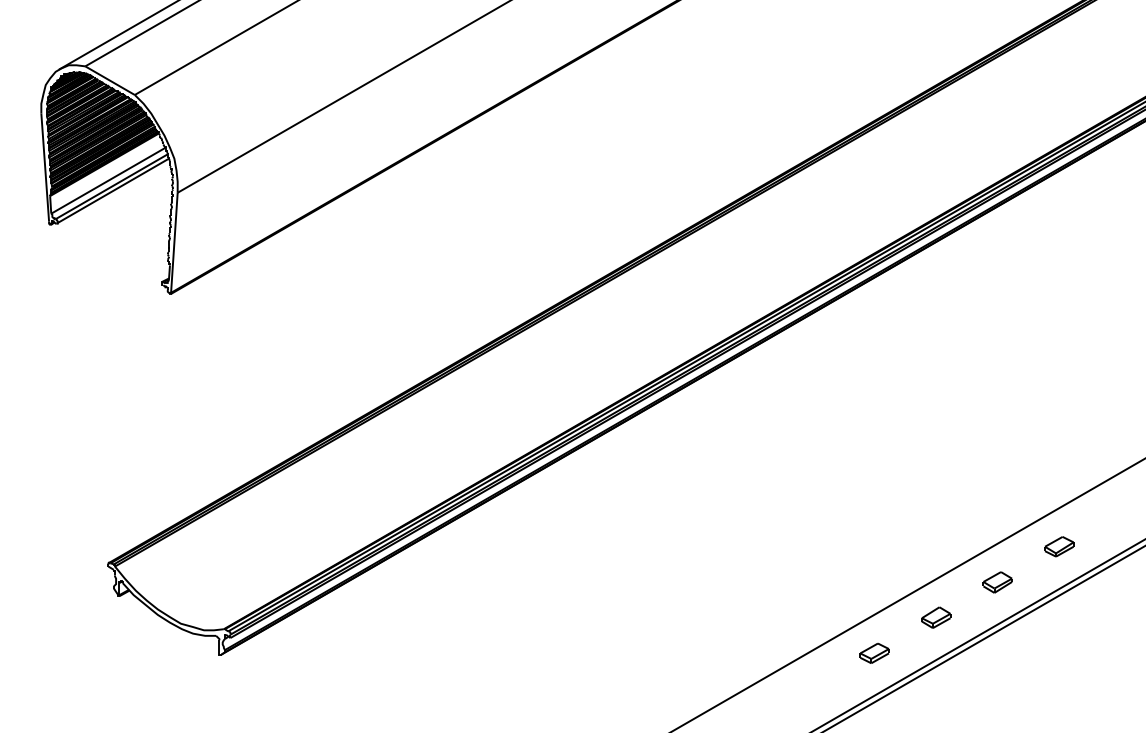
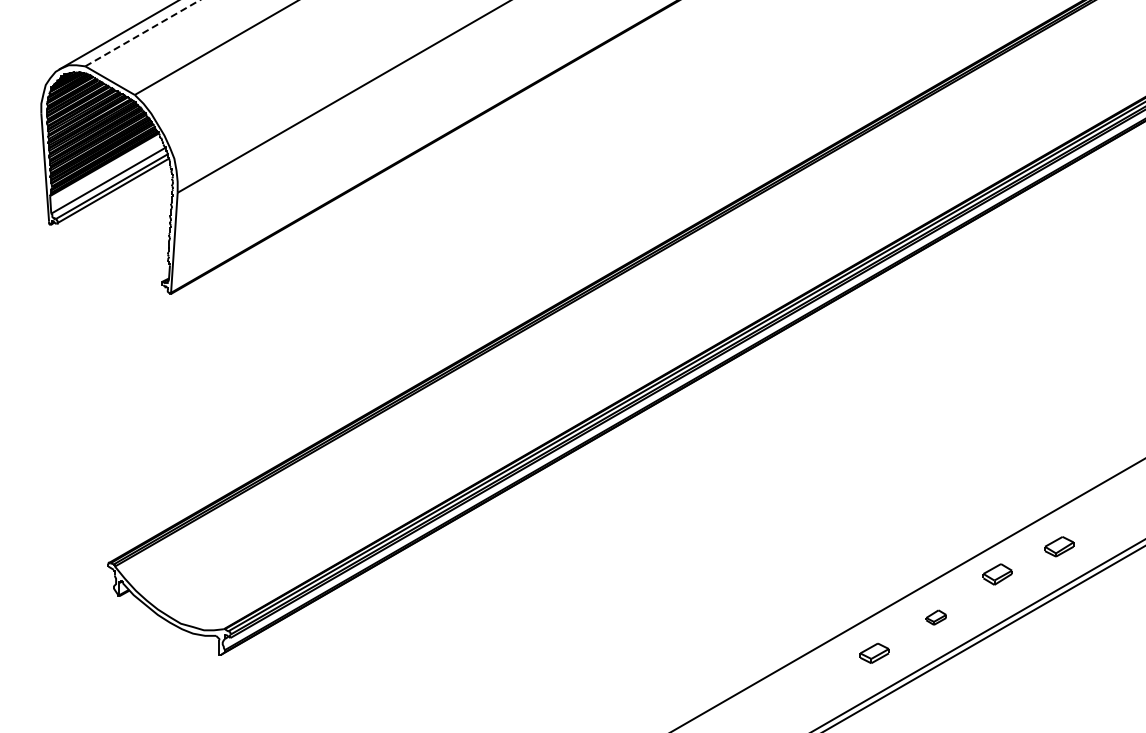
line at (142, 33): solid -> dashed
part at (997, 582) position: (997, 582) -> (997, 574)
part at (936, 617) size: 31x23 px -> 22x17 px
